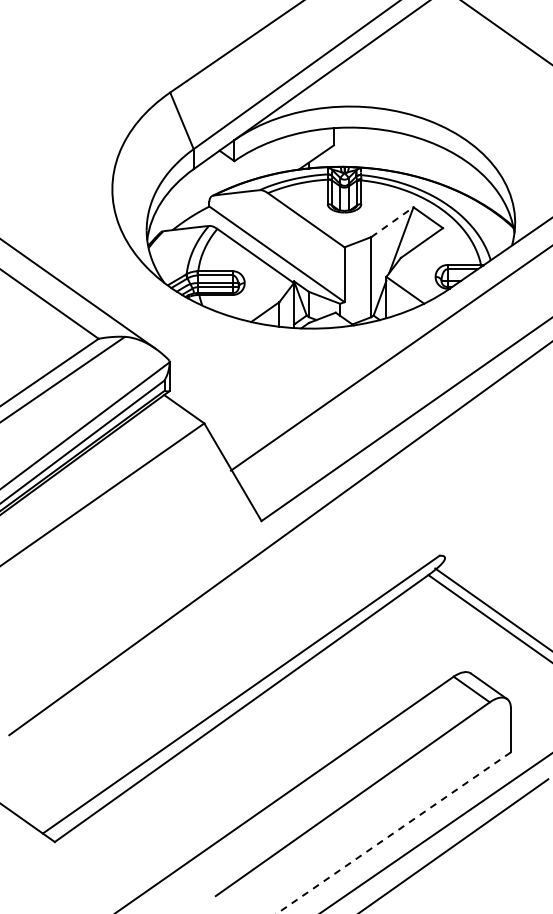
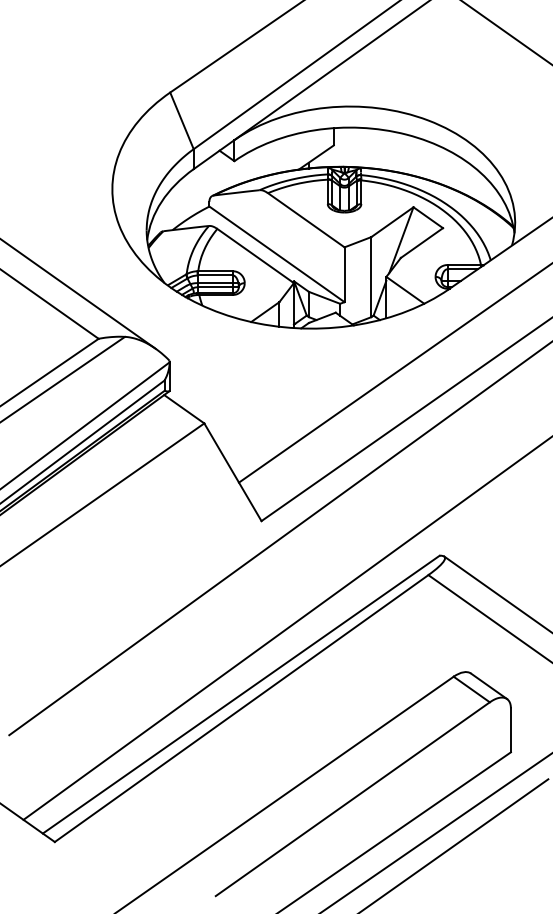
line at (392, 222): dashed -> solid
line at (389, 358) position: (389, 358) -> (393, 373)
line at (492, 608) position: (492, 608) -> (496, 593)
line at (286, 628): none -> present
line at (393, 833): dashed -> solid
